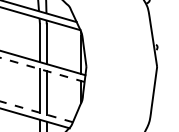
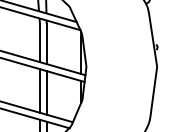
line at (42, 69): dashed -> solid
line at (36, 111): dashed -> solid
